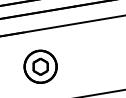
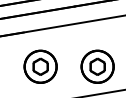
part at (97, 66): none -> present
